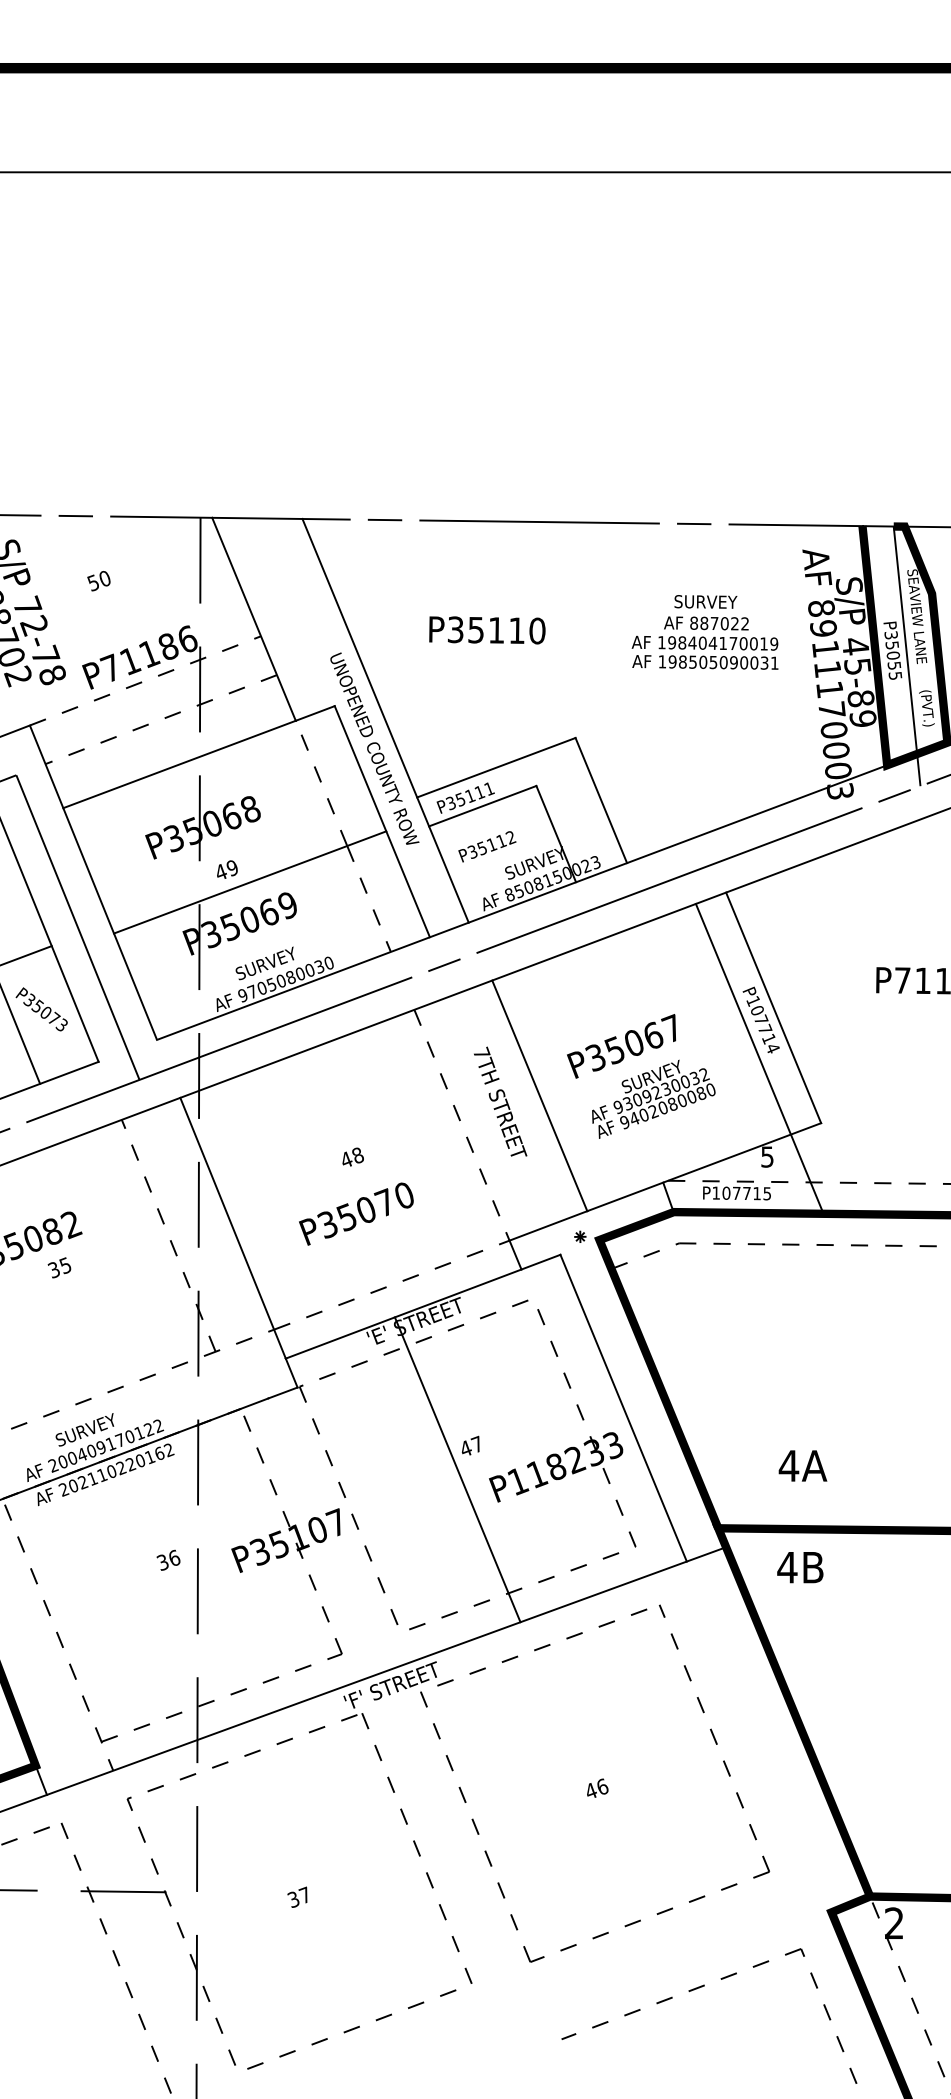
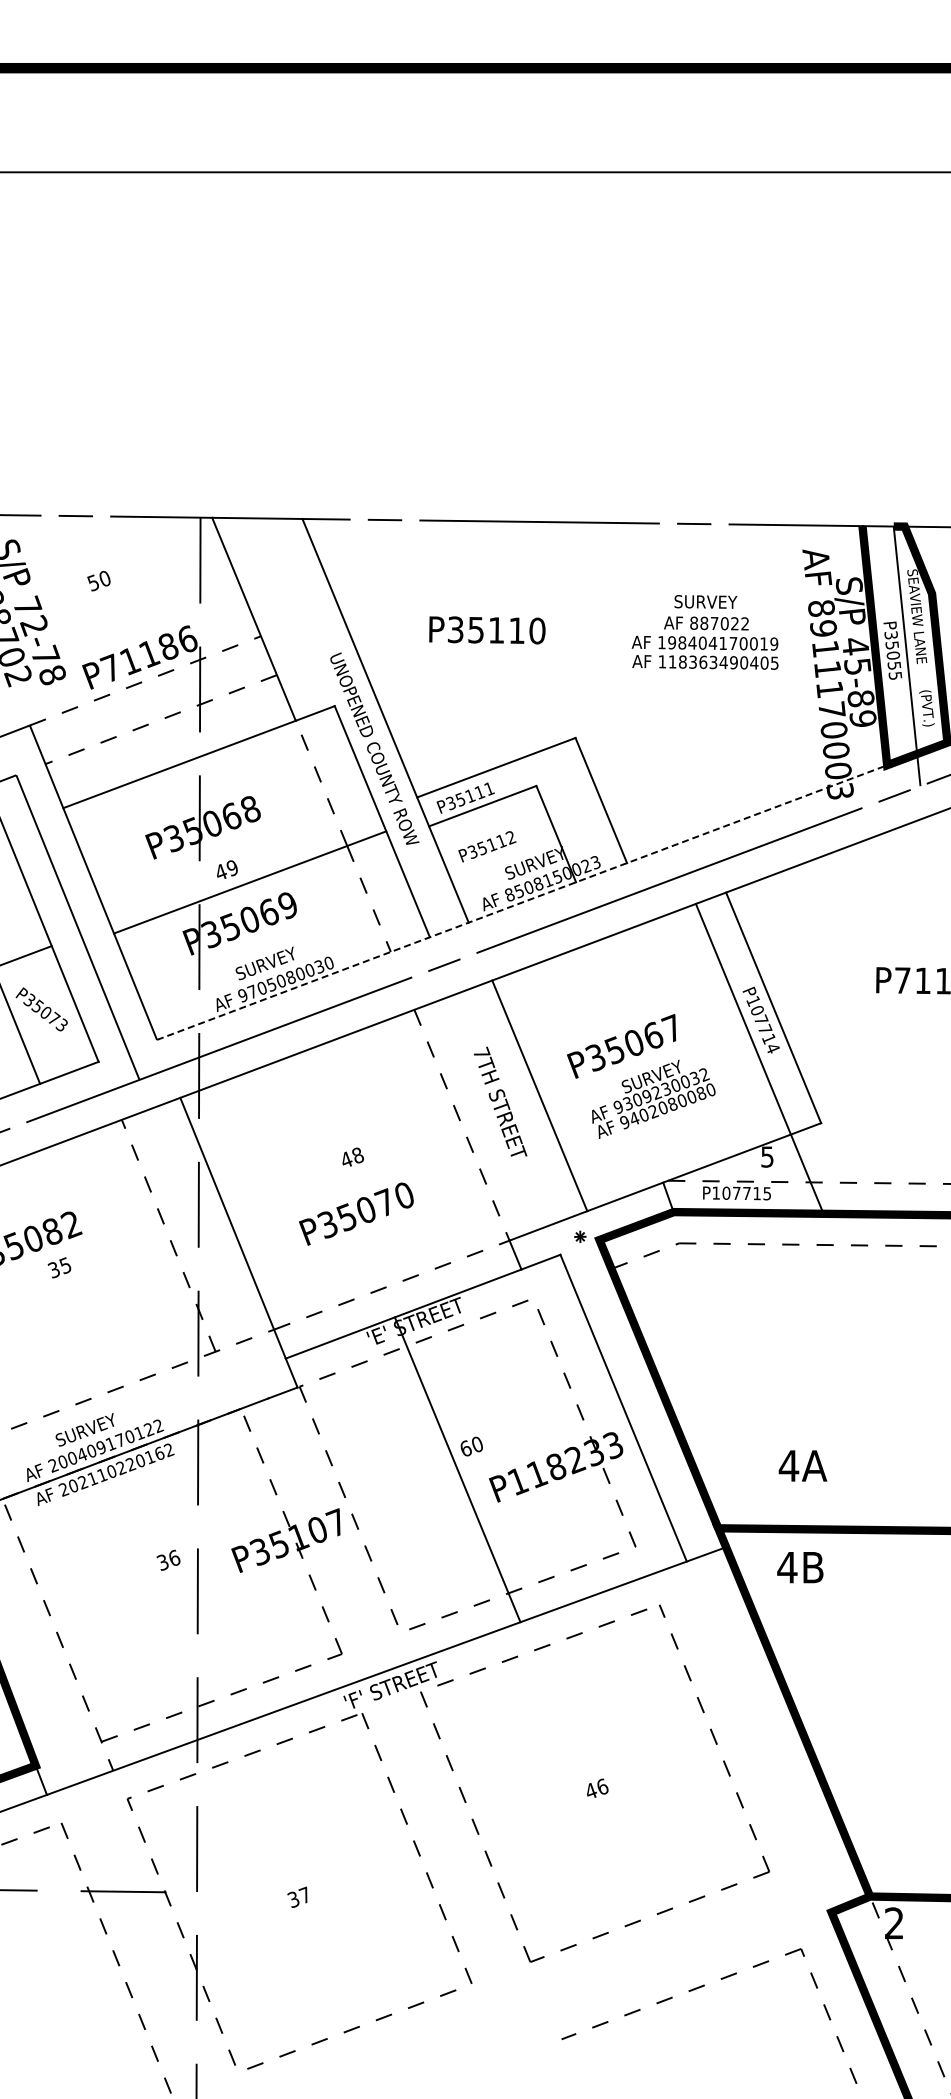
text at (723, 662): 198505090031 -> 118363490405
line at (553, 890): solid -> dashed
text at (471, 1445): 47 -> 60
